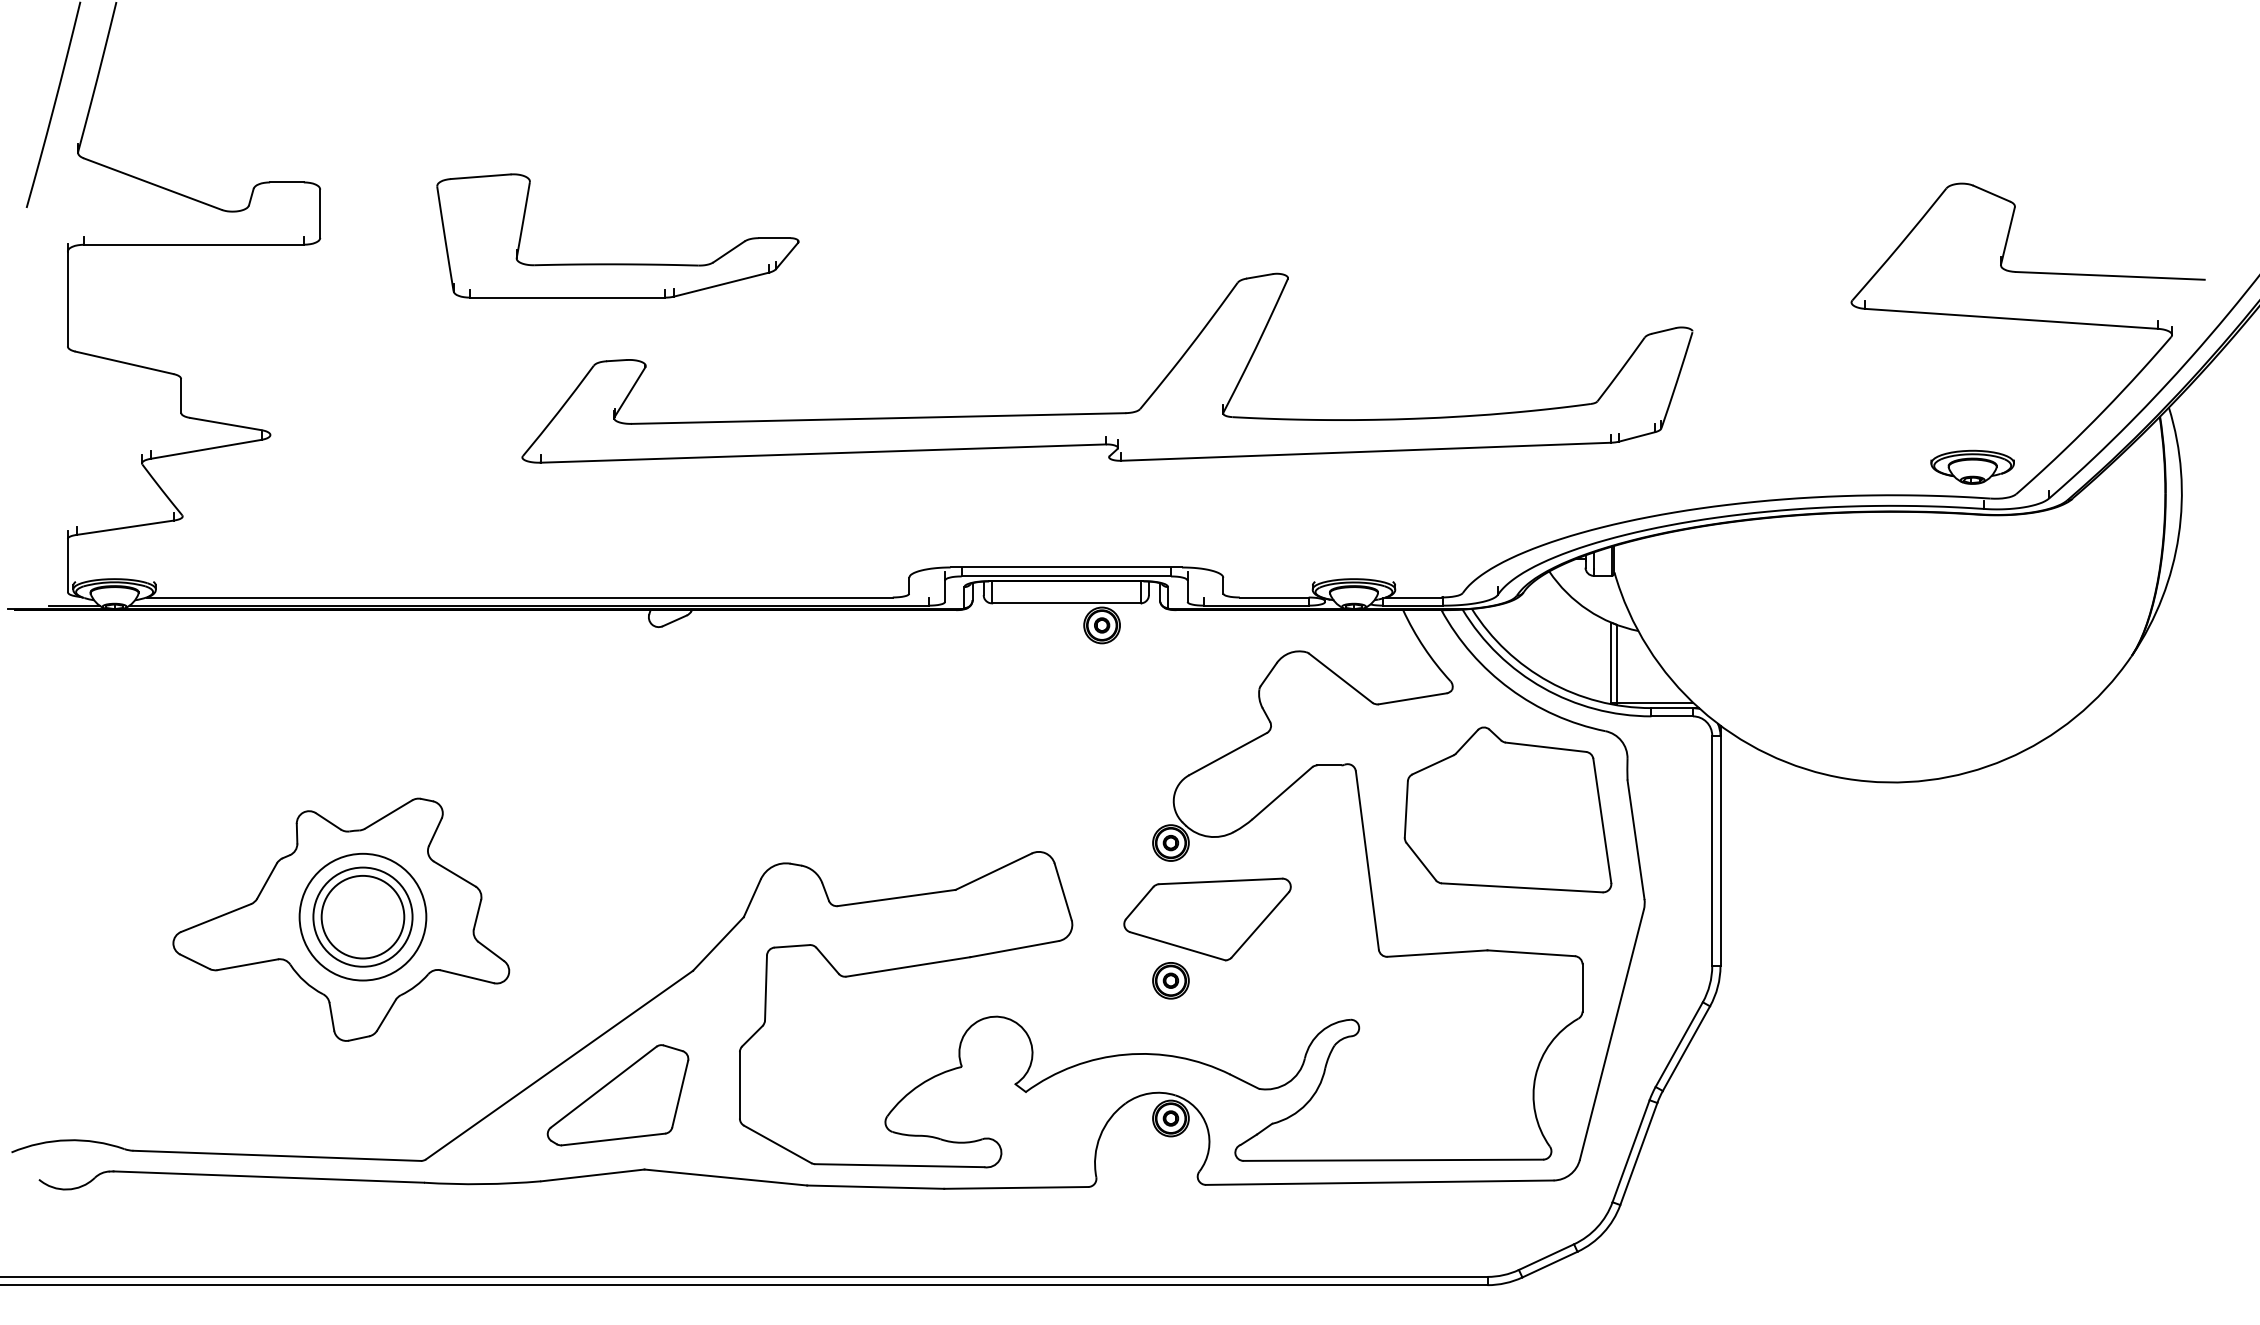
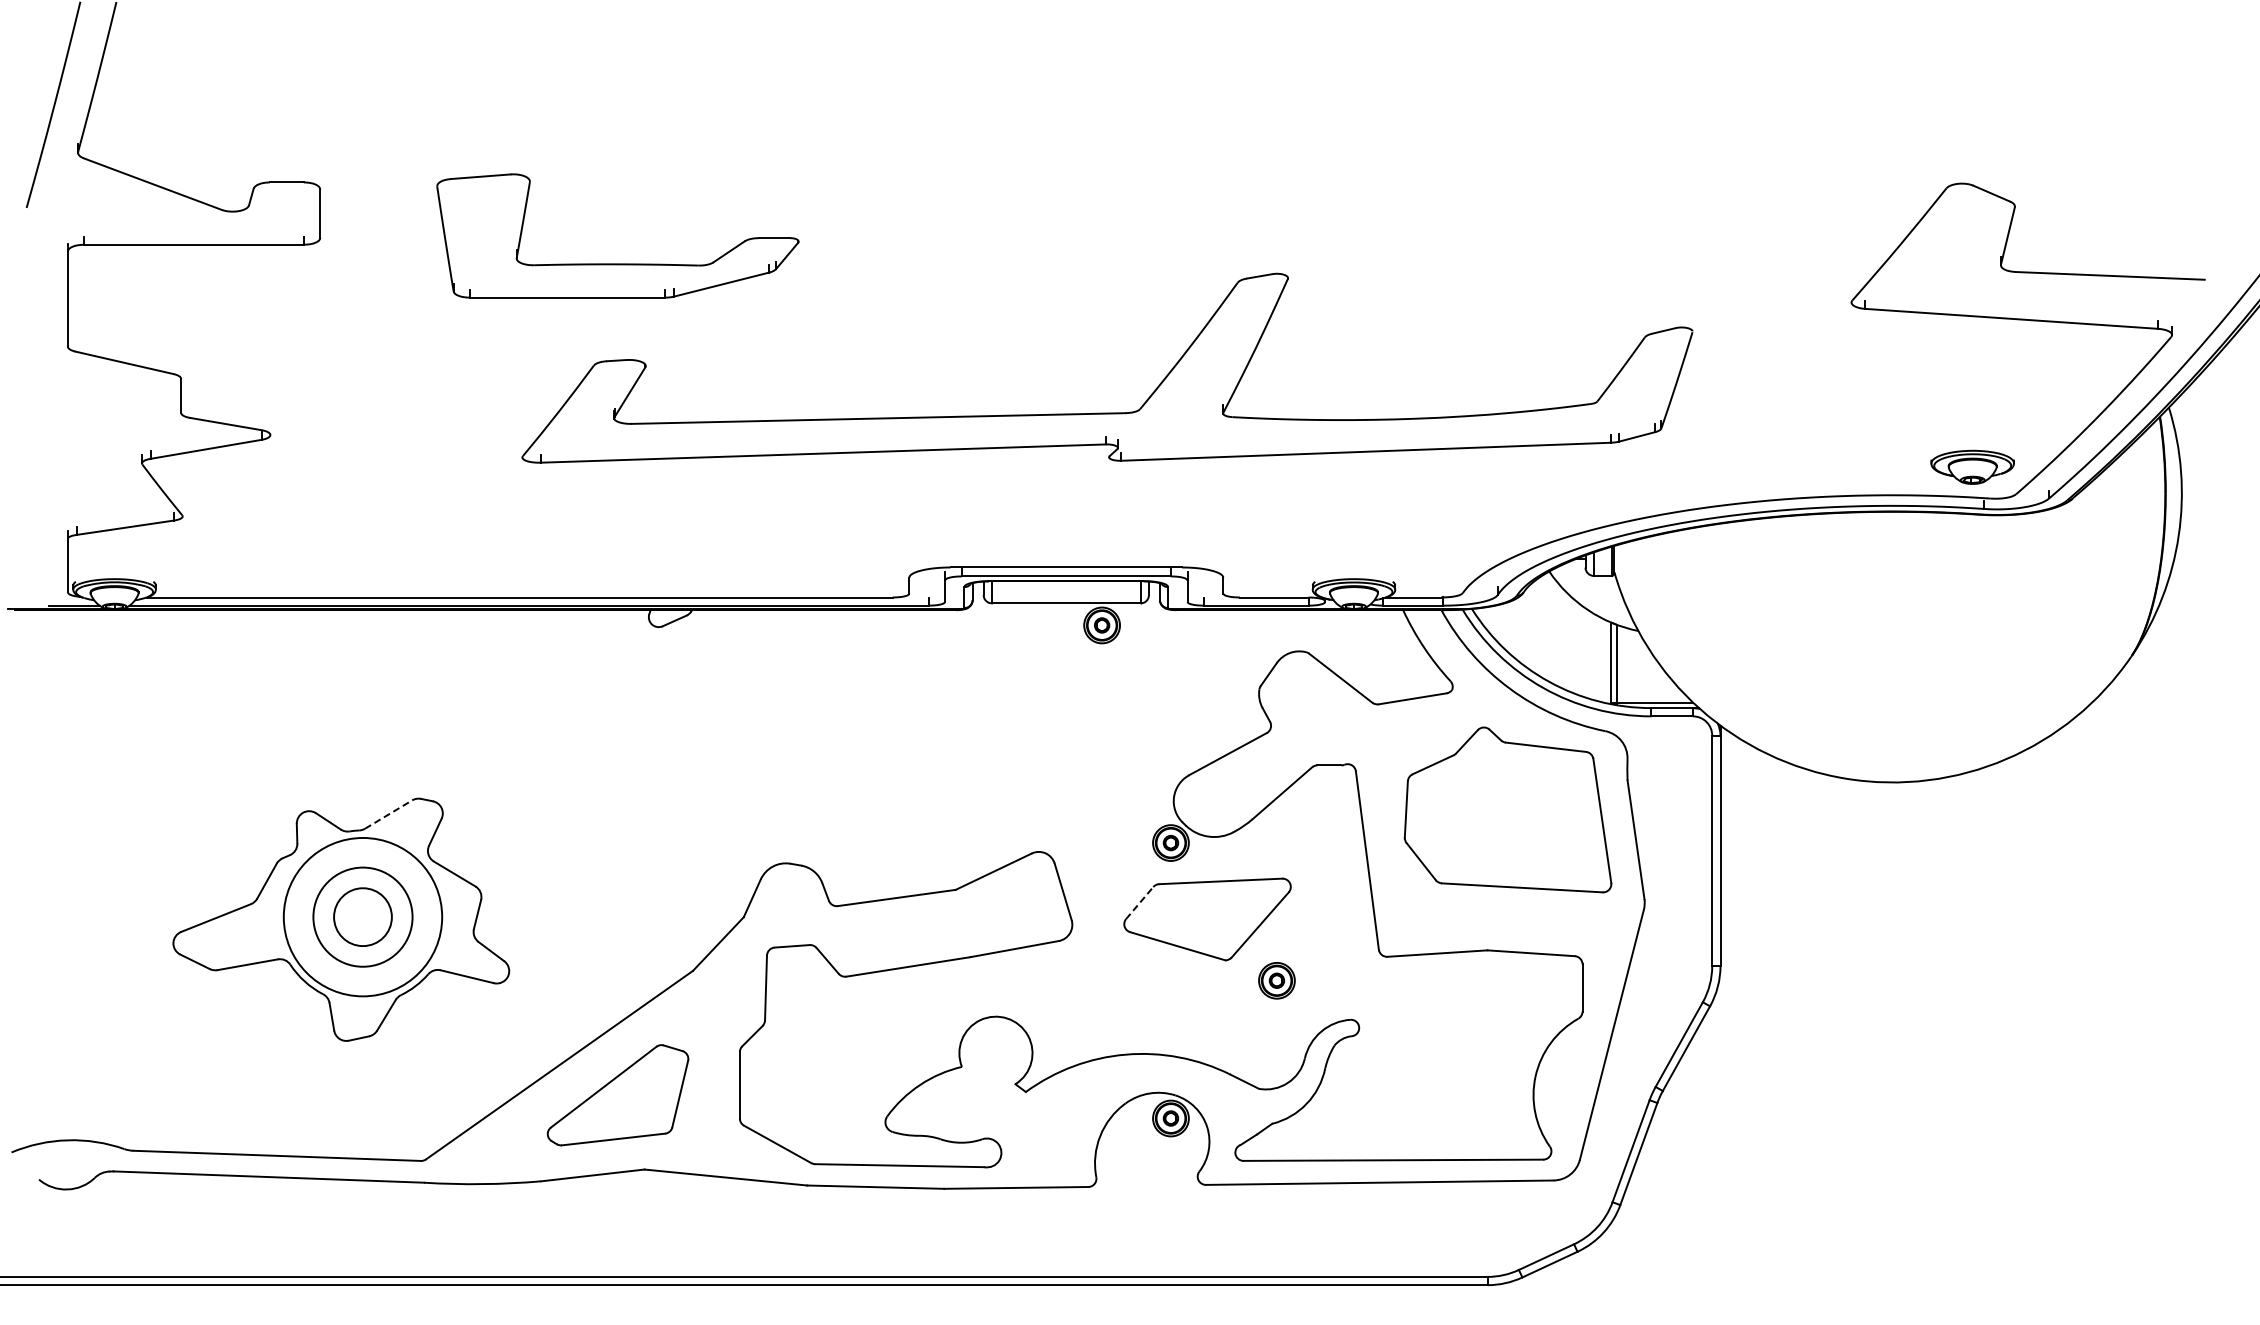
line at (389, 814): solid -> dashed
line at (1139, 902): solid -> dashed
circle at (362, 916) diameter: 127 px -> 158 px
circle at (362, 916) diameter: 83 px -> 58 px
part at (1170, 980) position: (1170, 980) -> (1276, 980)
